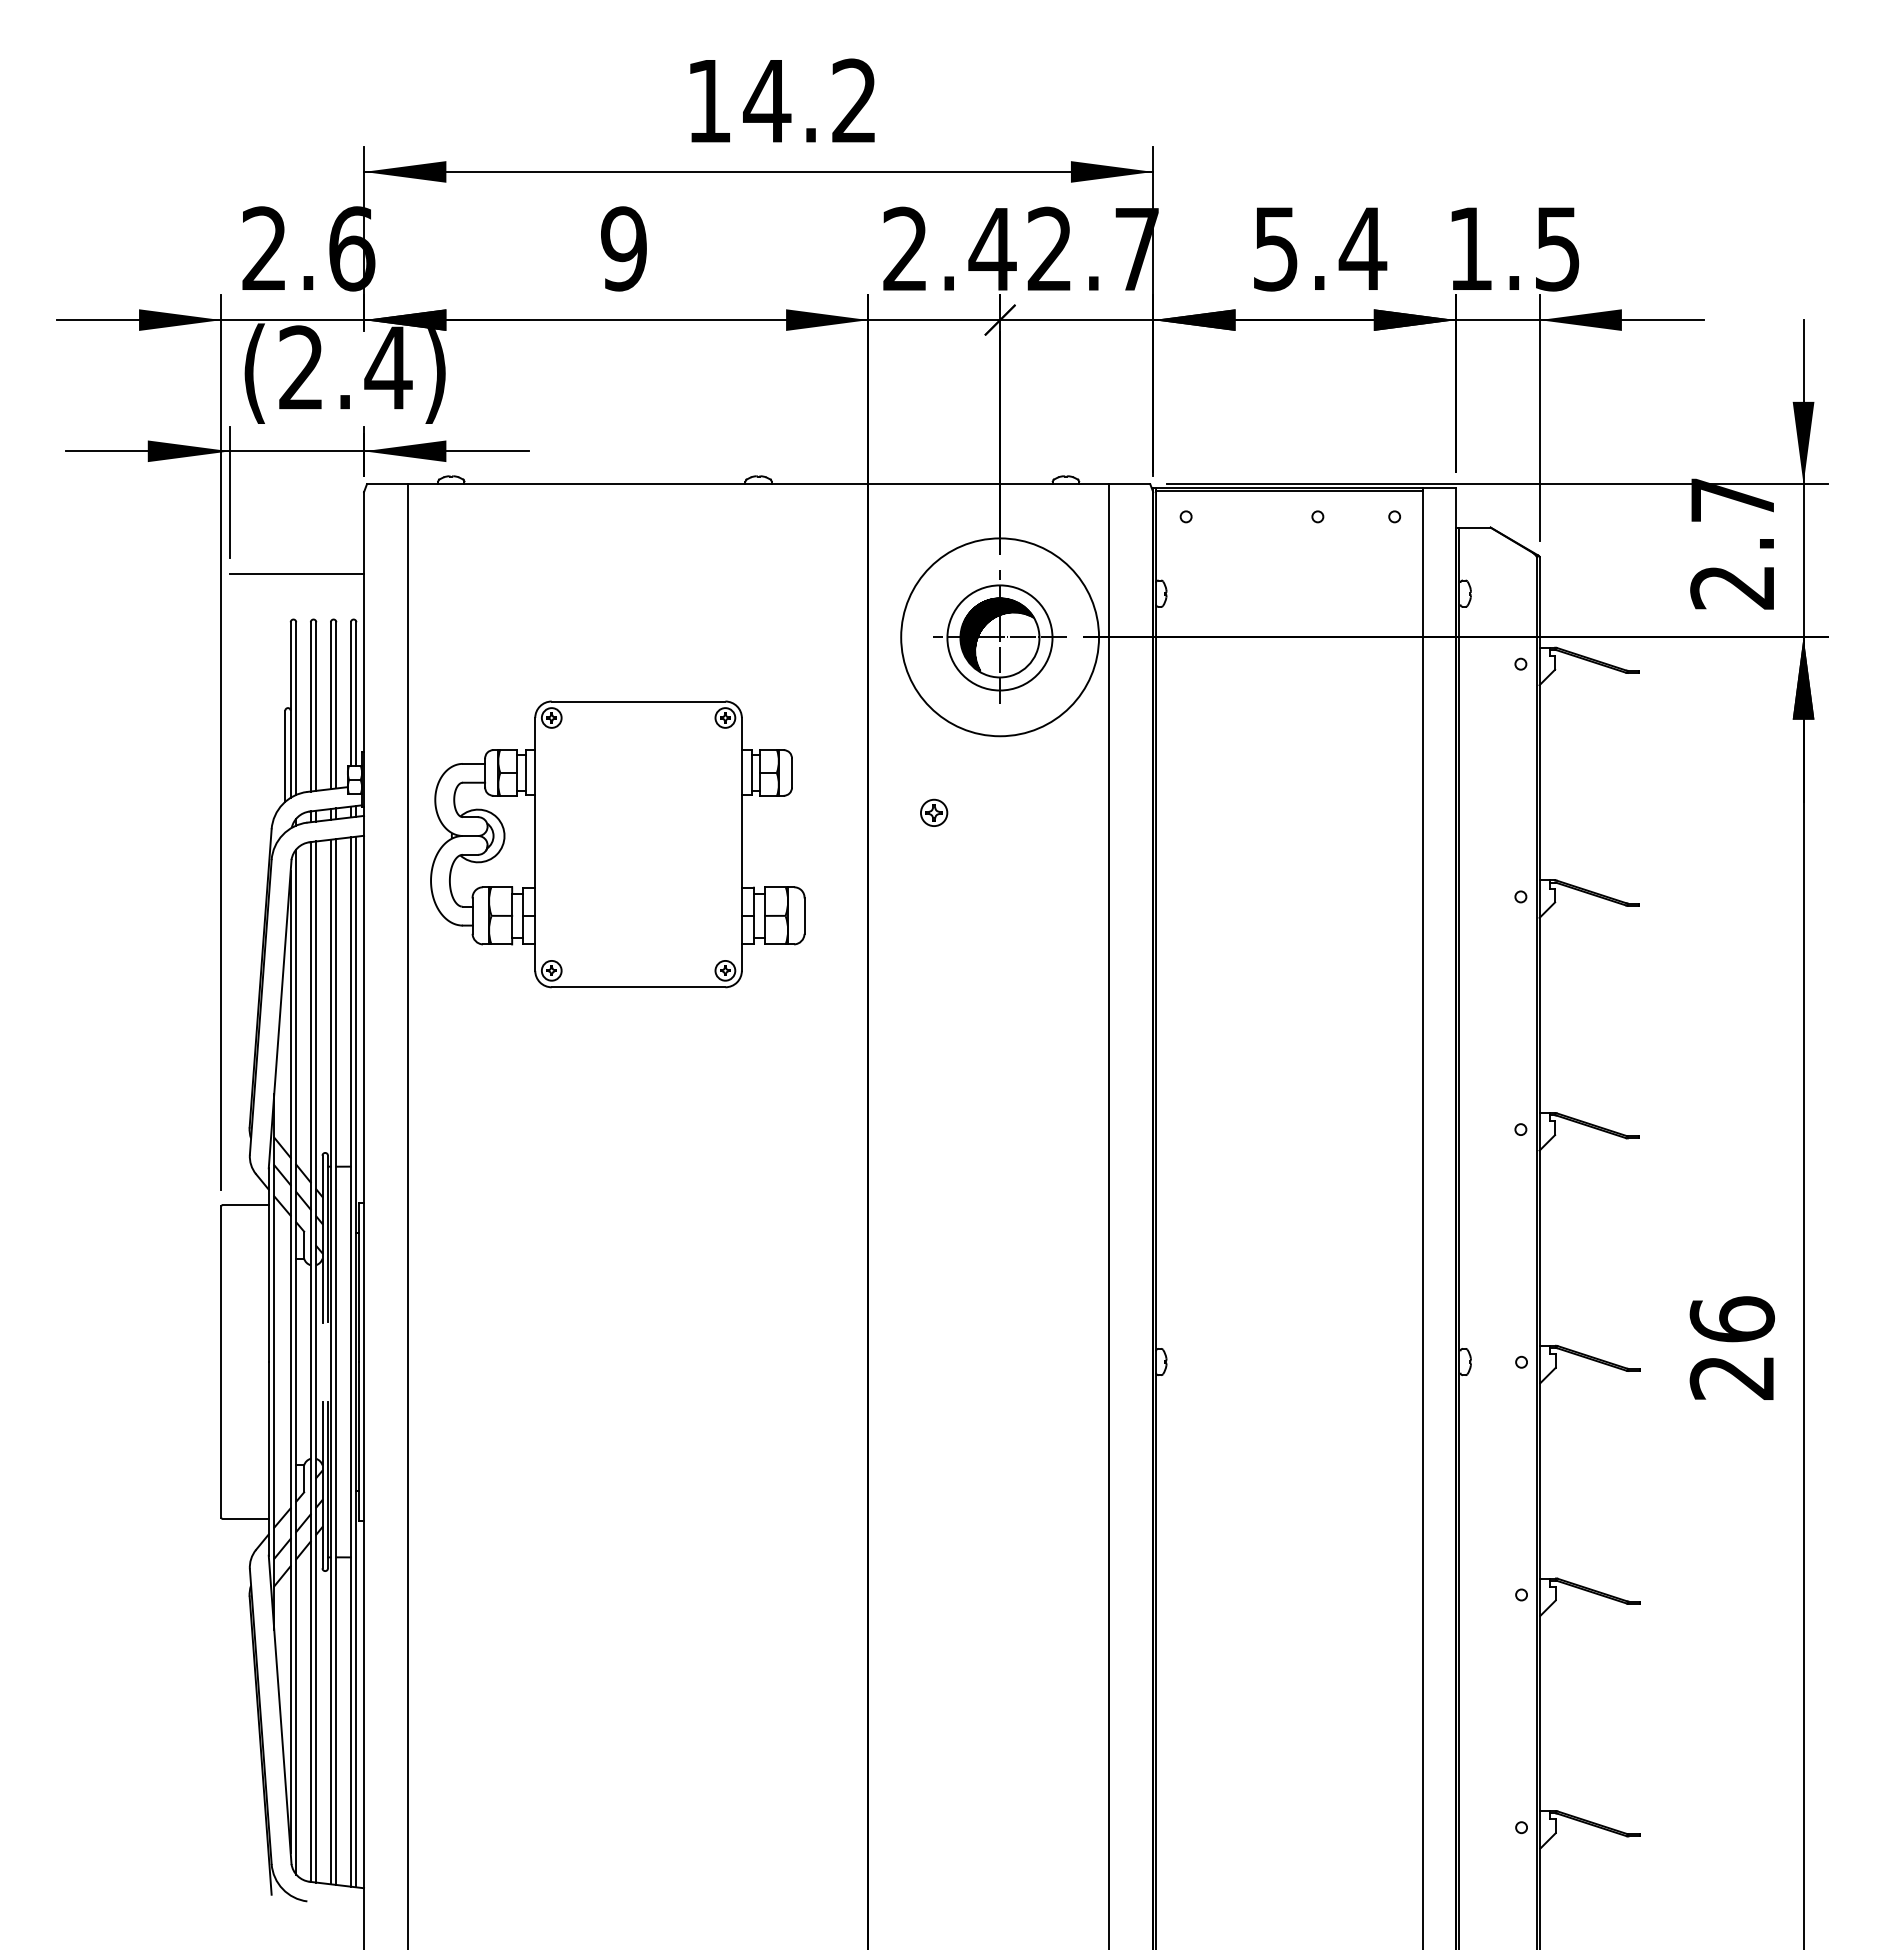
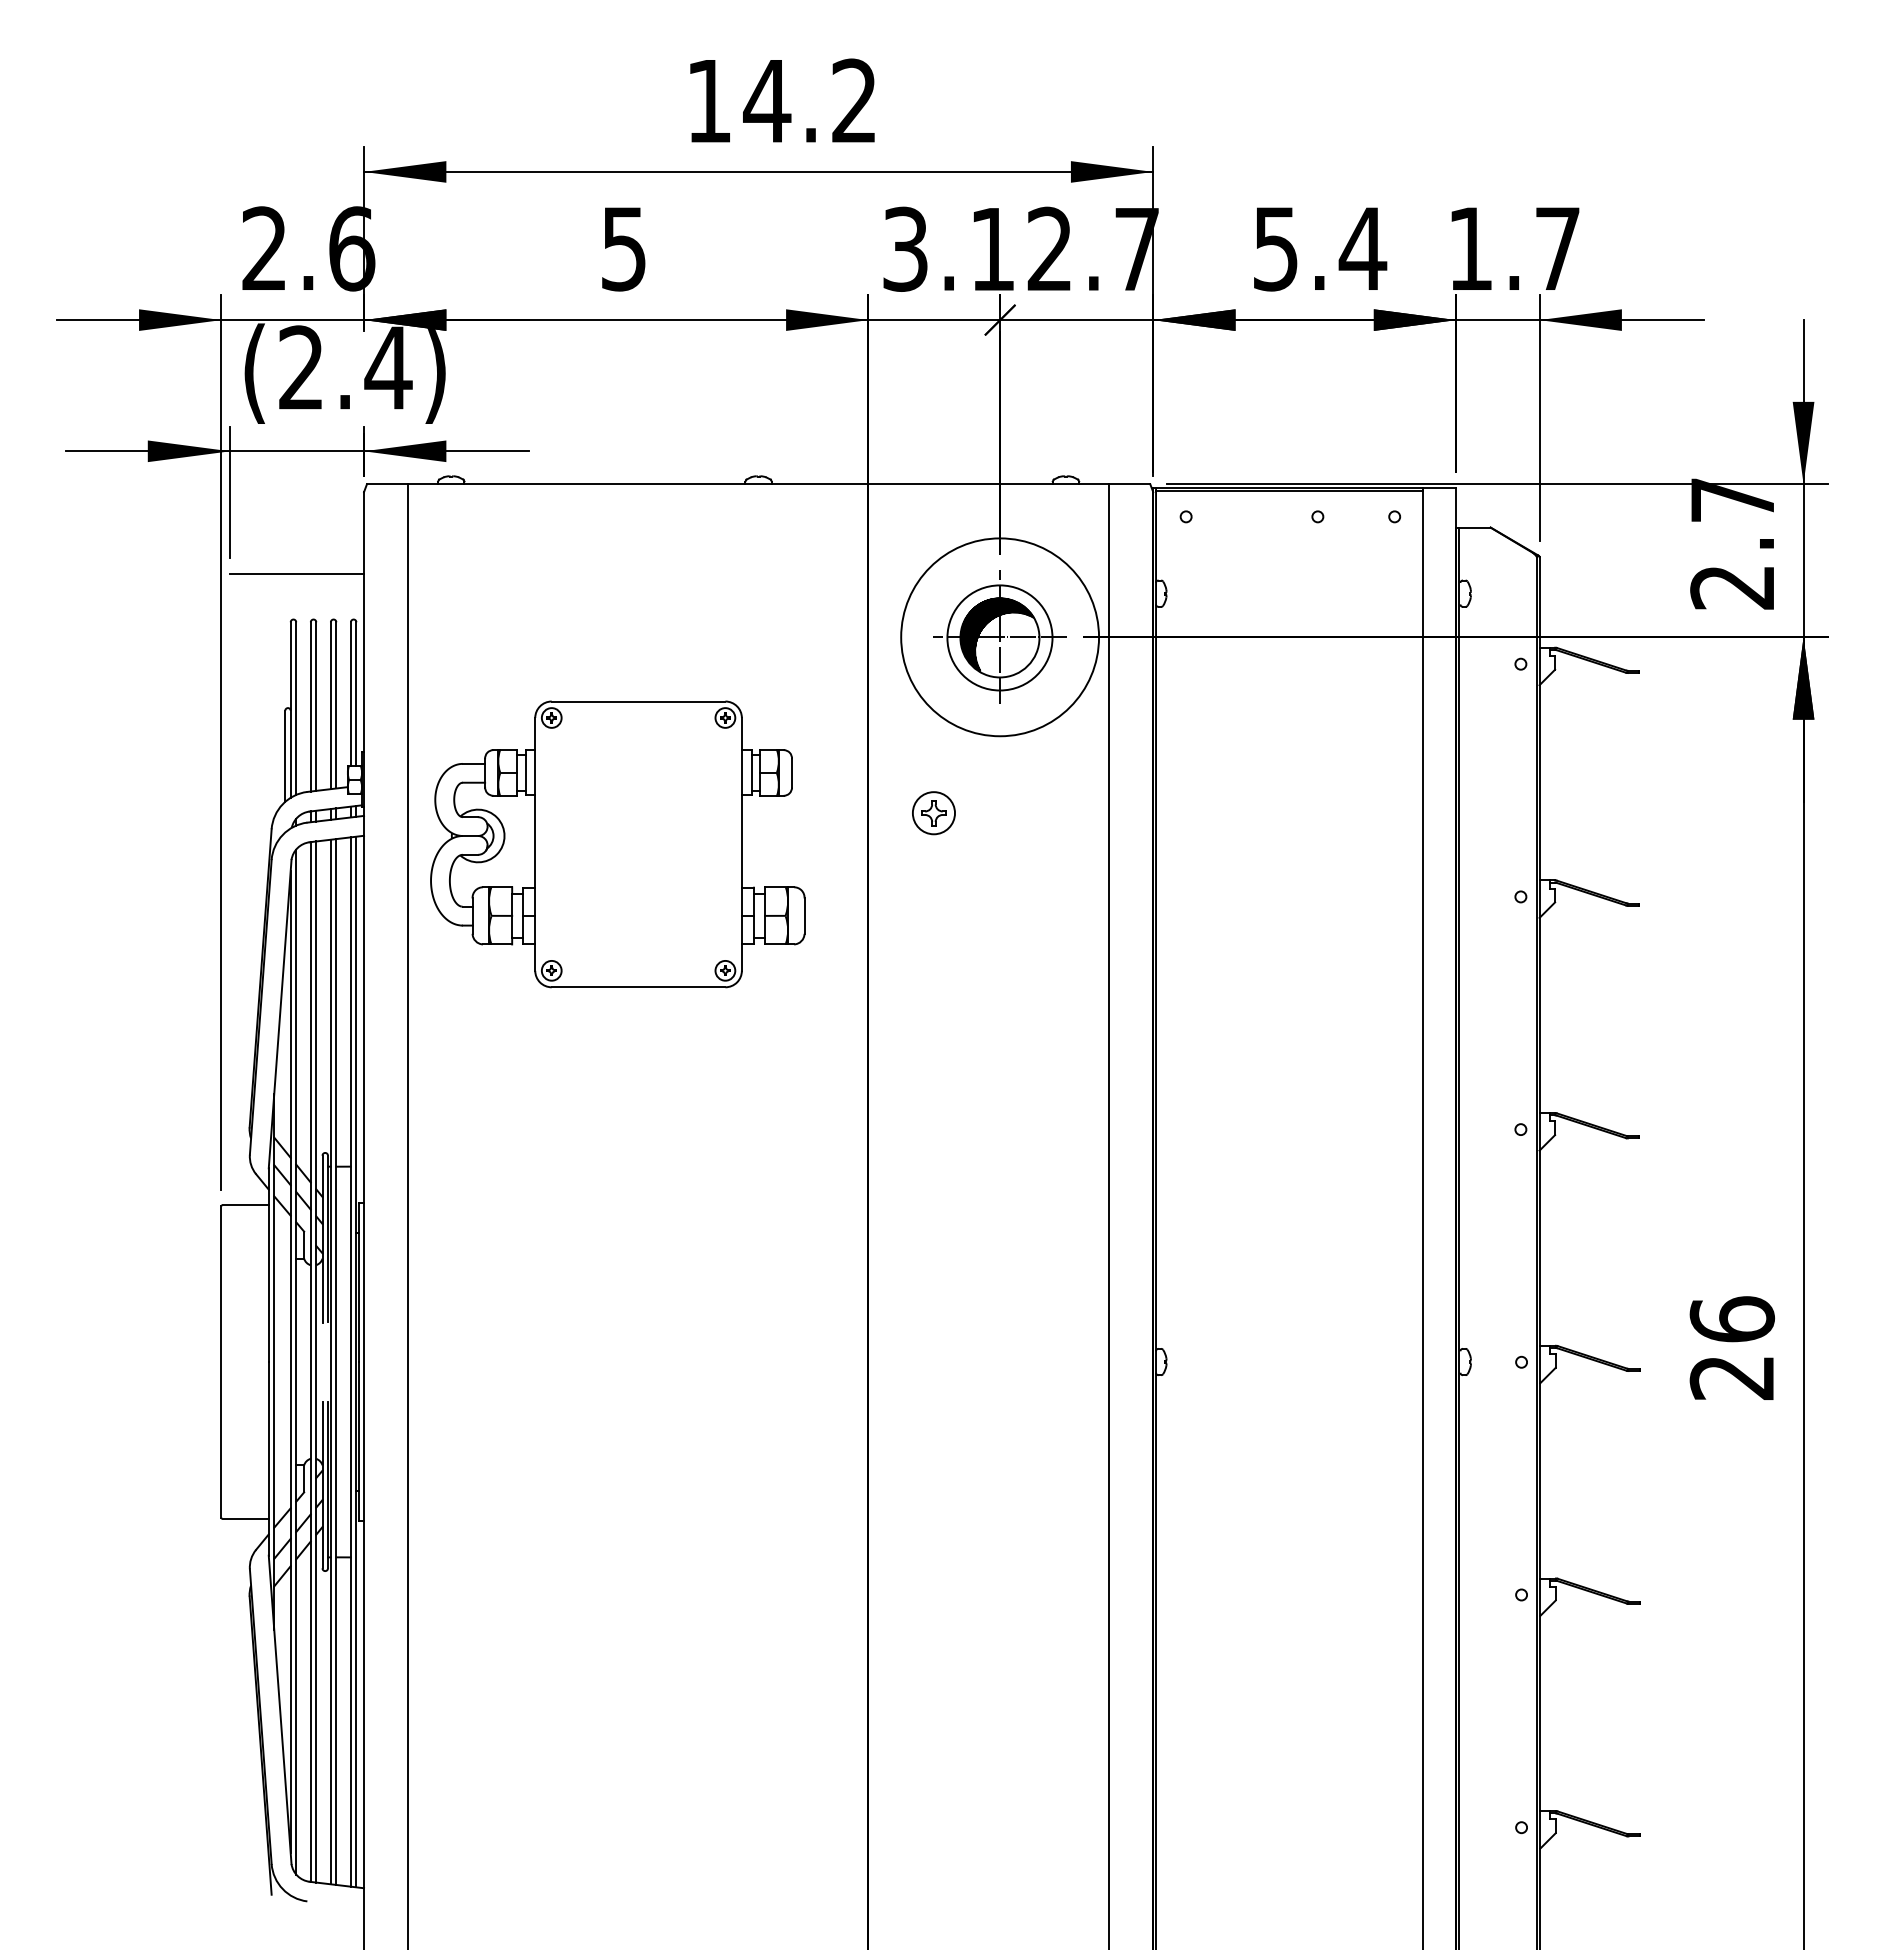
text at (623, 248): 9 -> 5
text at (949, 248): 2.4 -> 3.1
text at (1557, 249): 1.5 -> 1.7
part at (934, 812) size: 29x29 px -> 44x45 px
